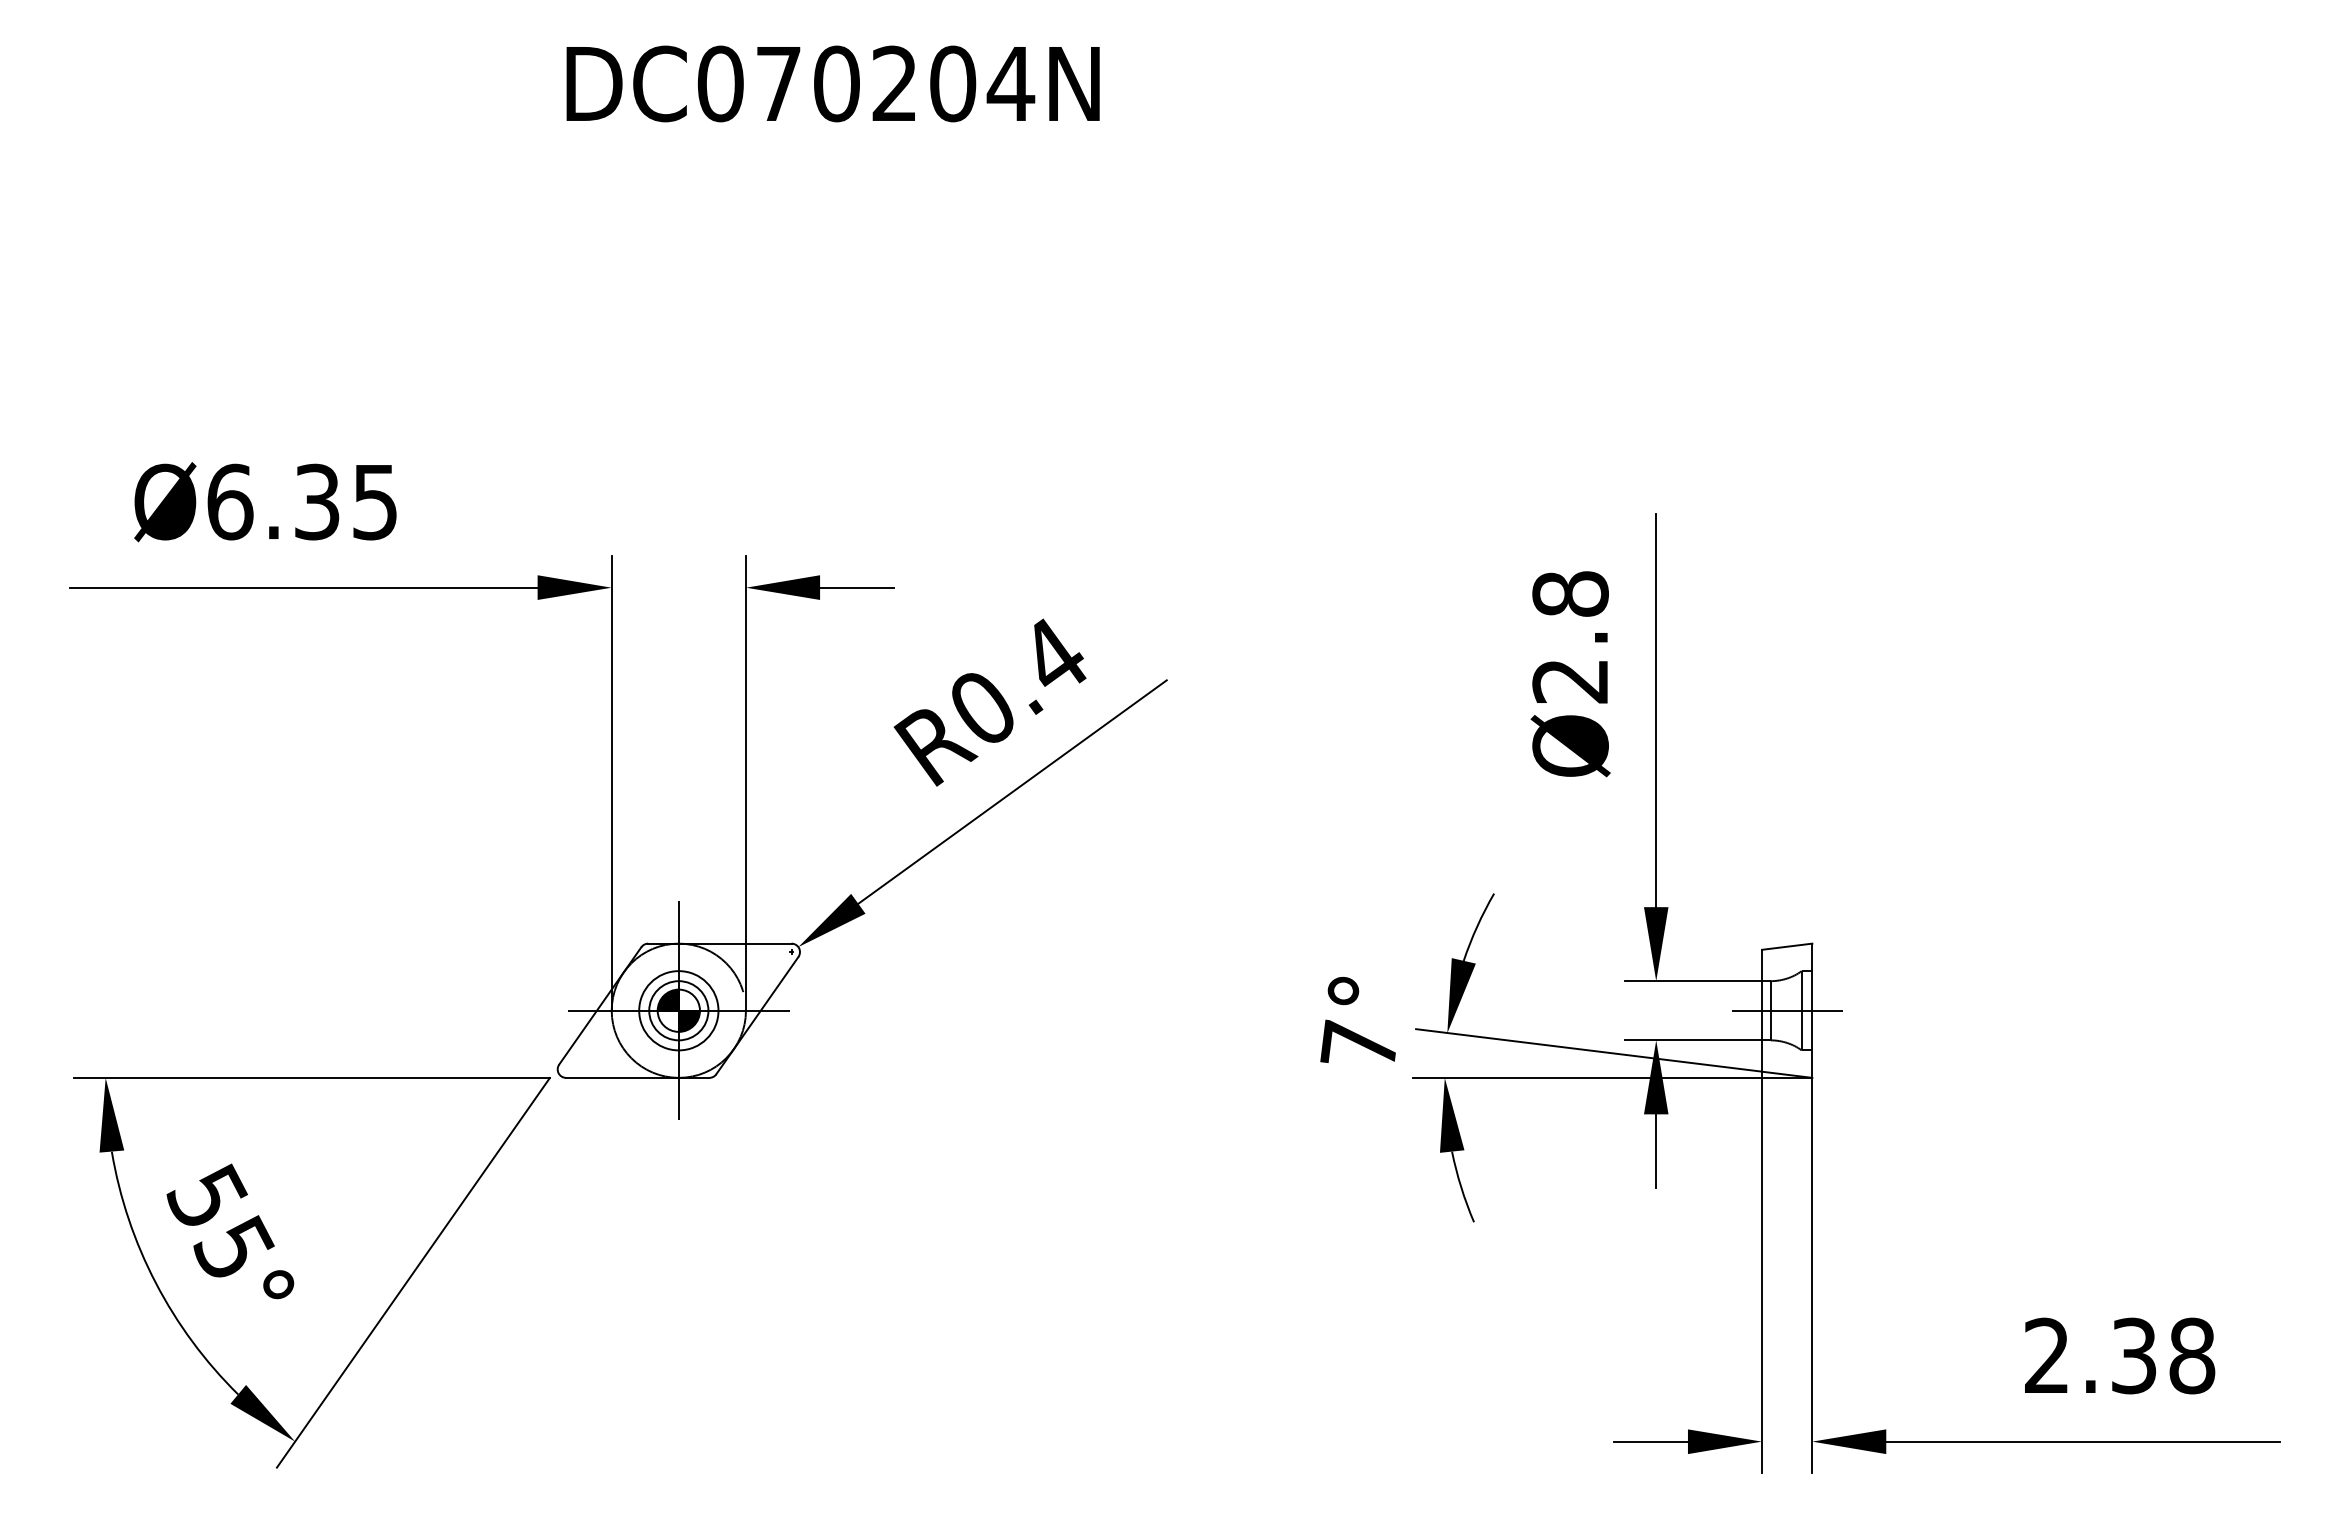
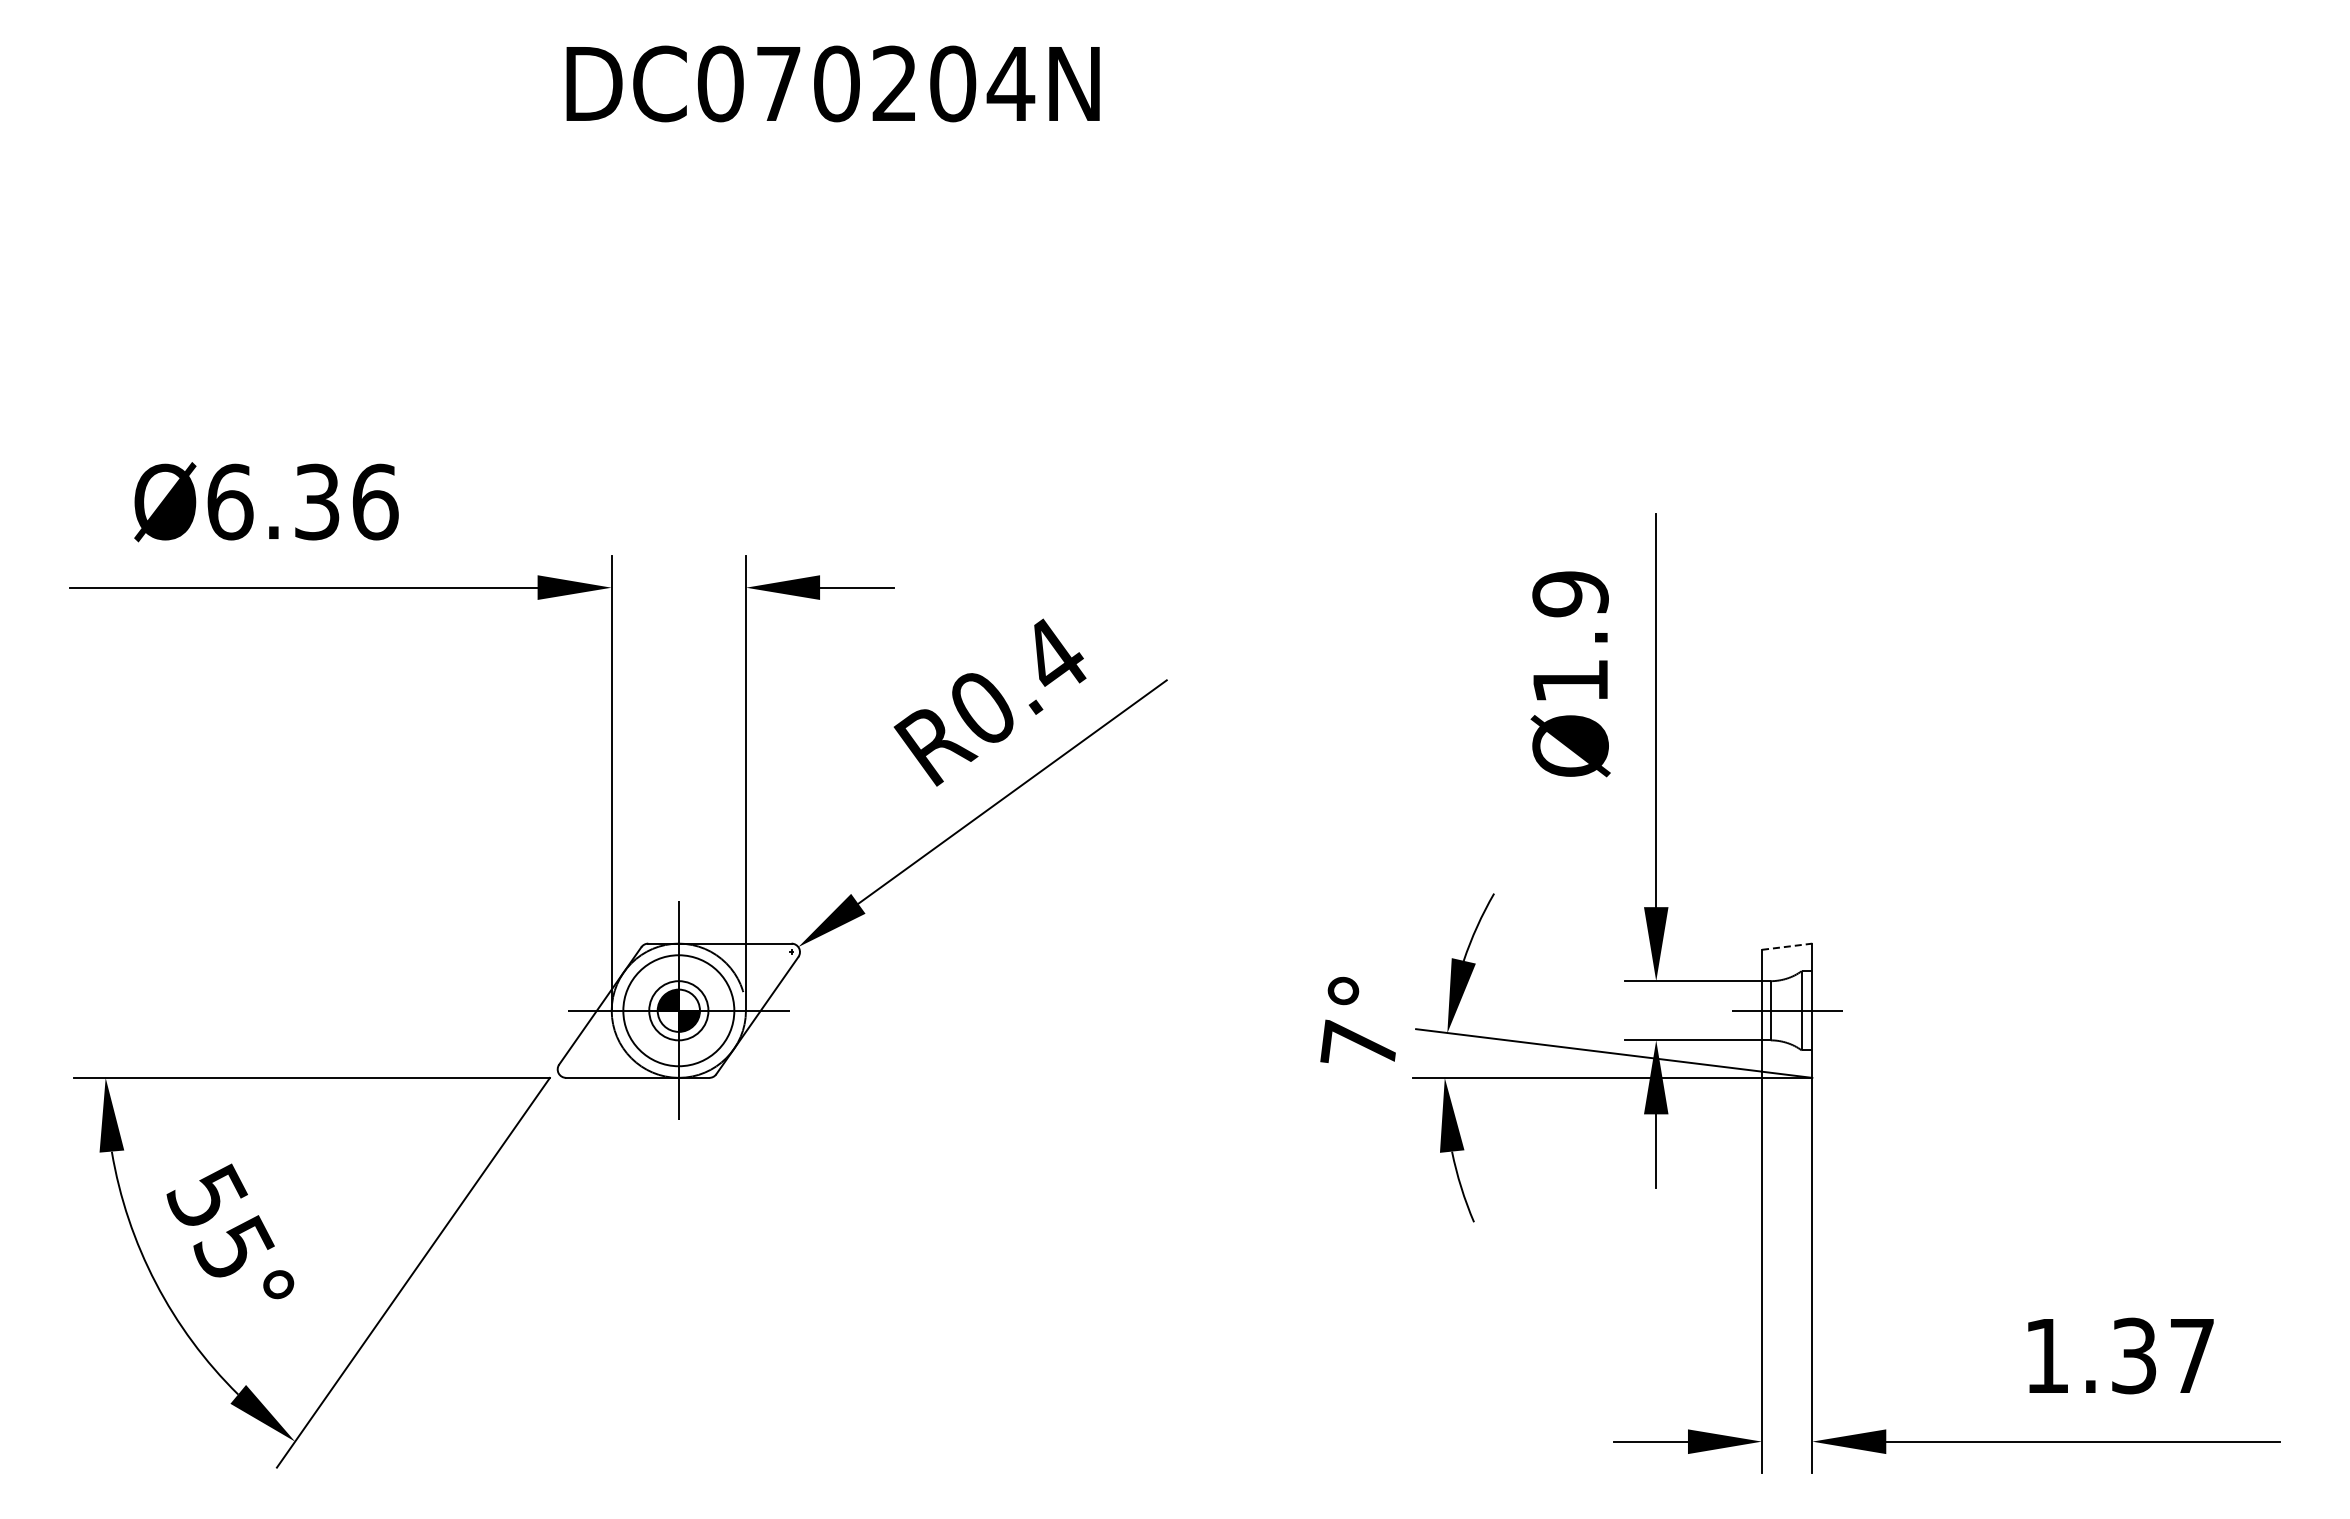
text at (375, 501): Ø6.35 -> Ø6.36
text at (1570, 637): Ø2.8 -> Ø1.9
line at (1787, 946): solid -> dashed
circle at (678, 1010) diameter: 79 px -> 111 px
text at (2120, 1355): 2.38 -> 1.37
